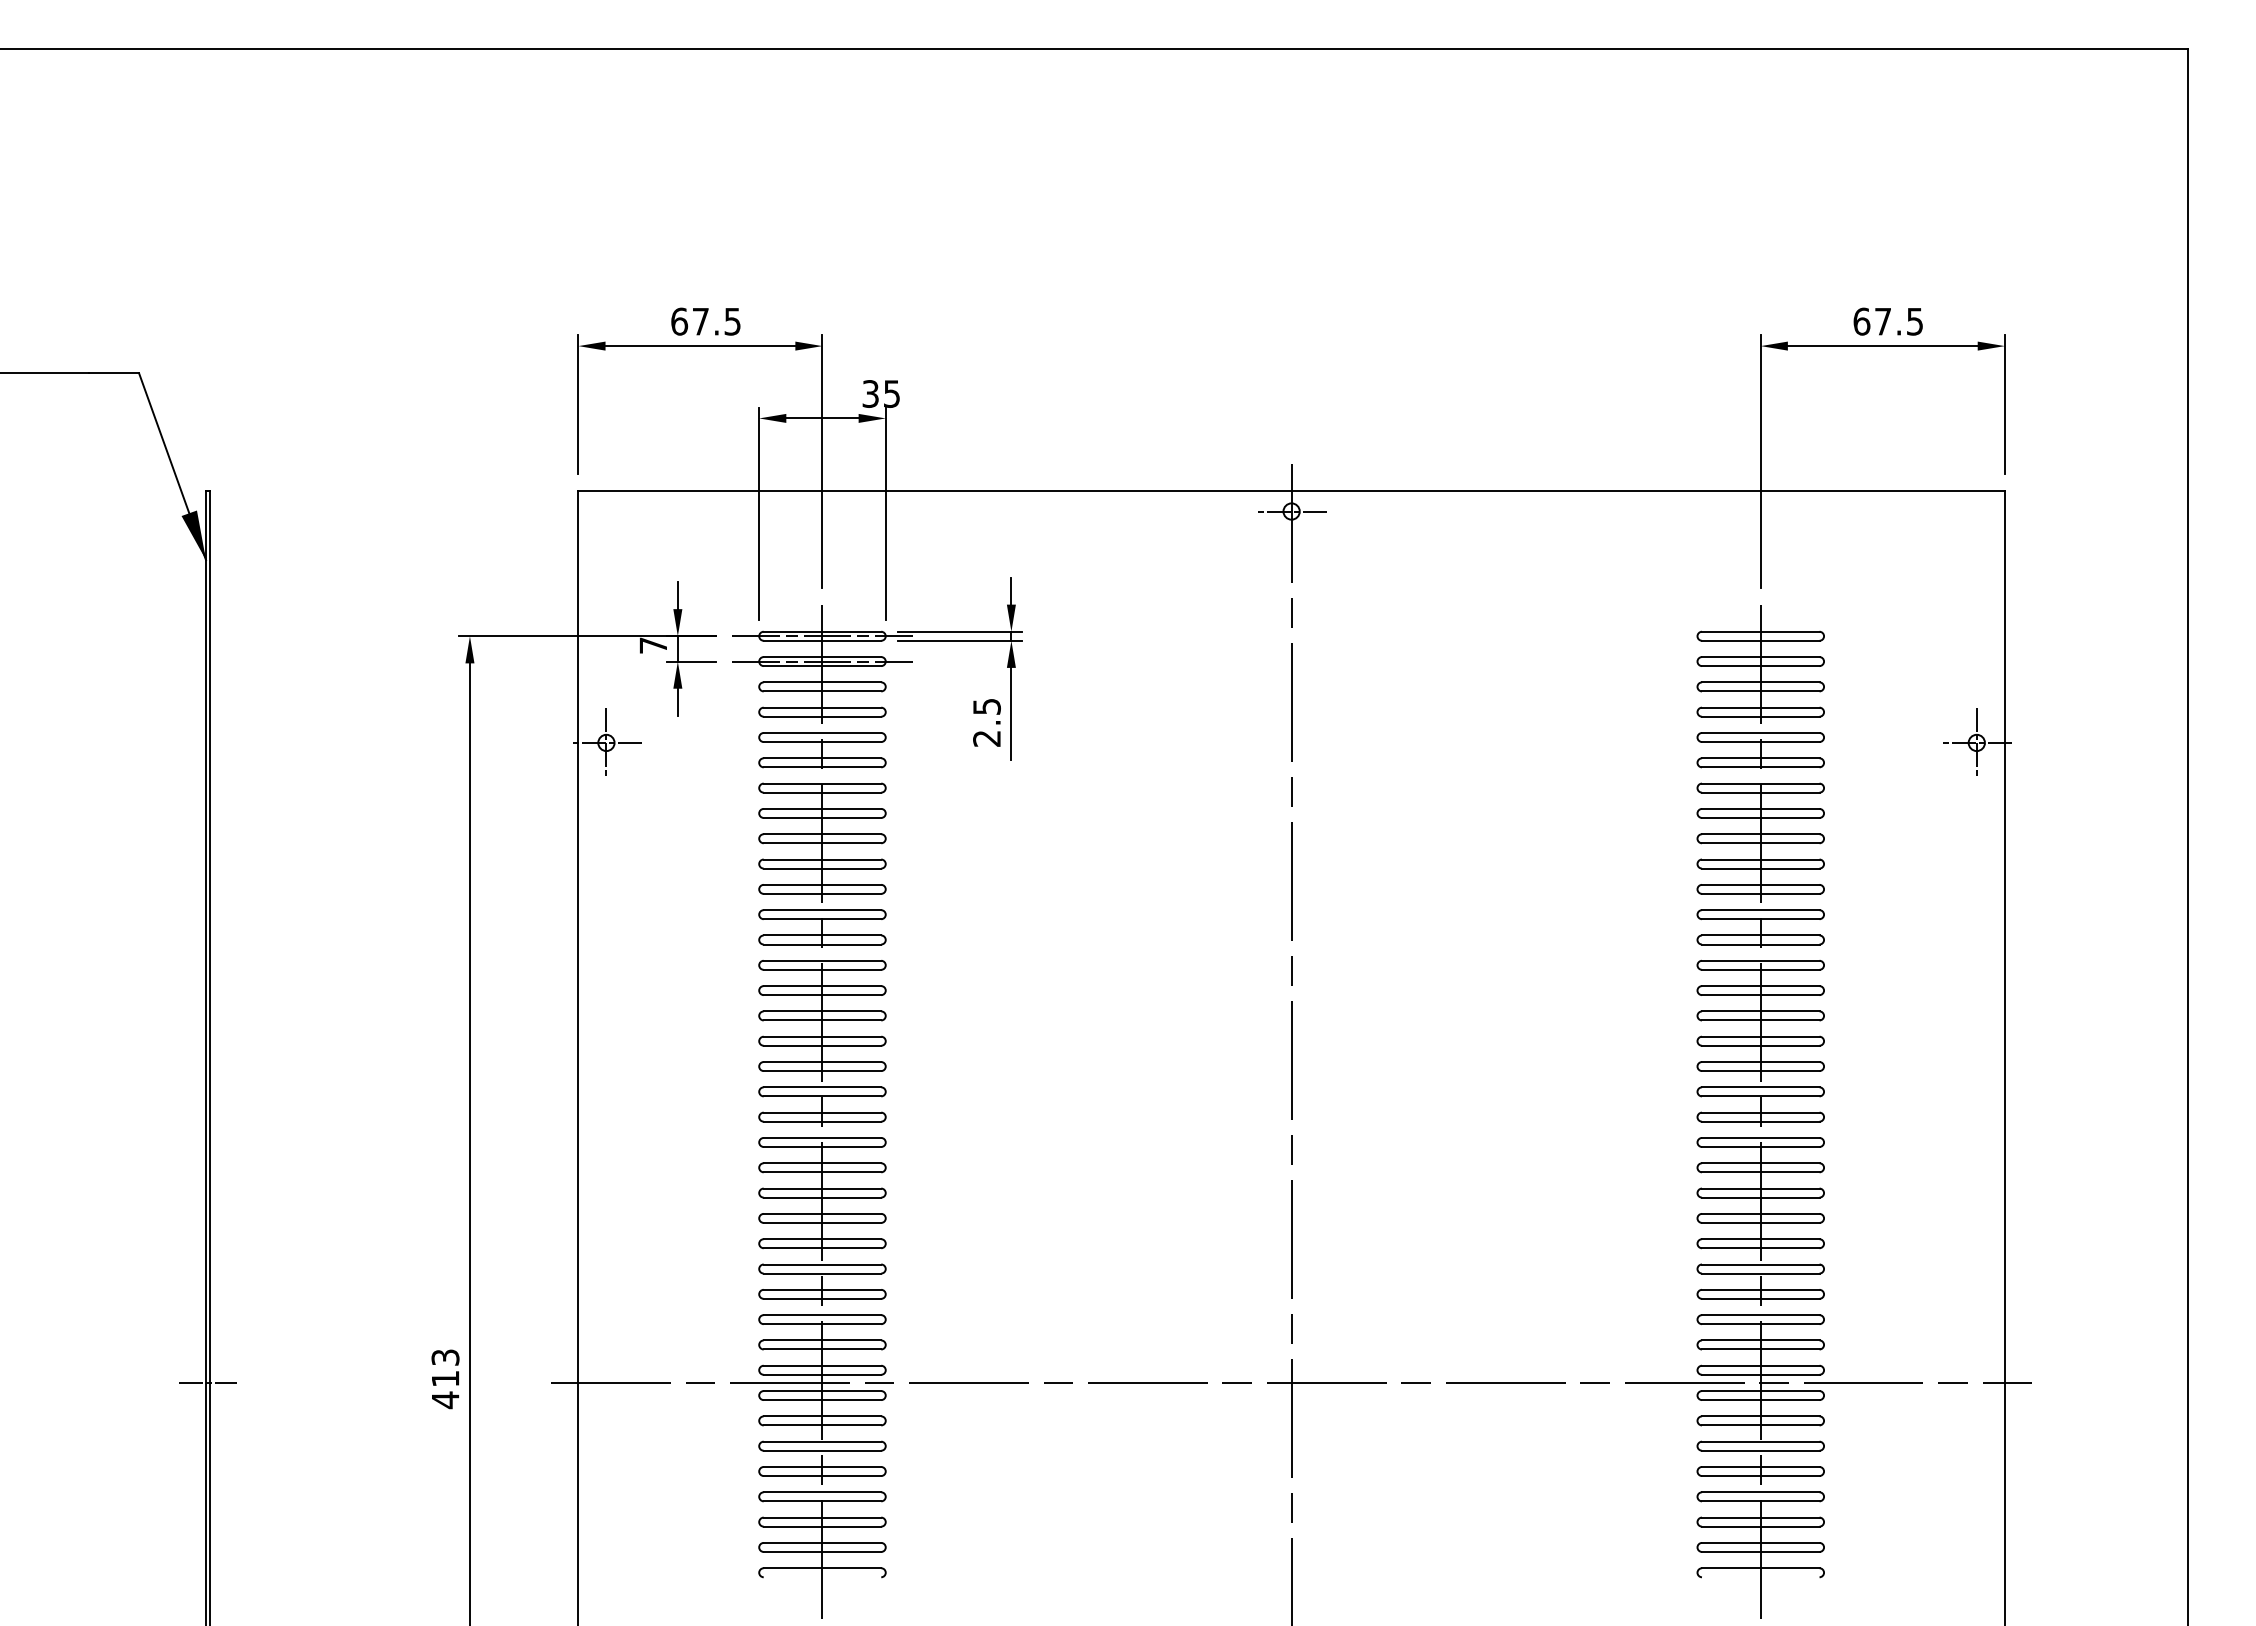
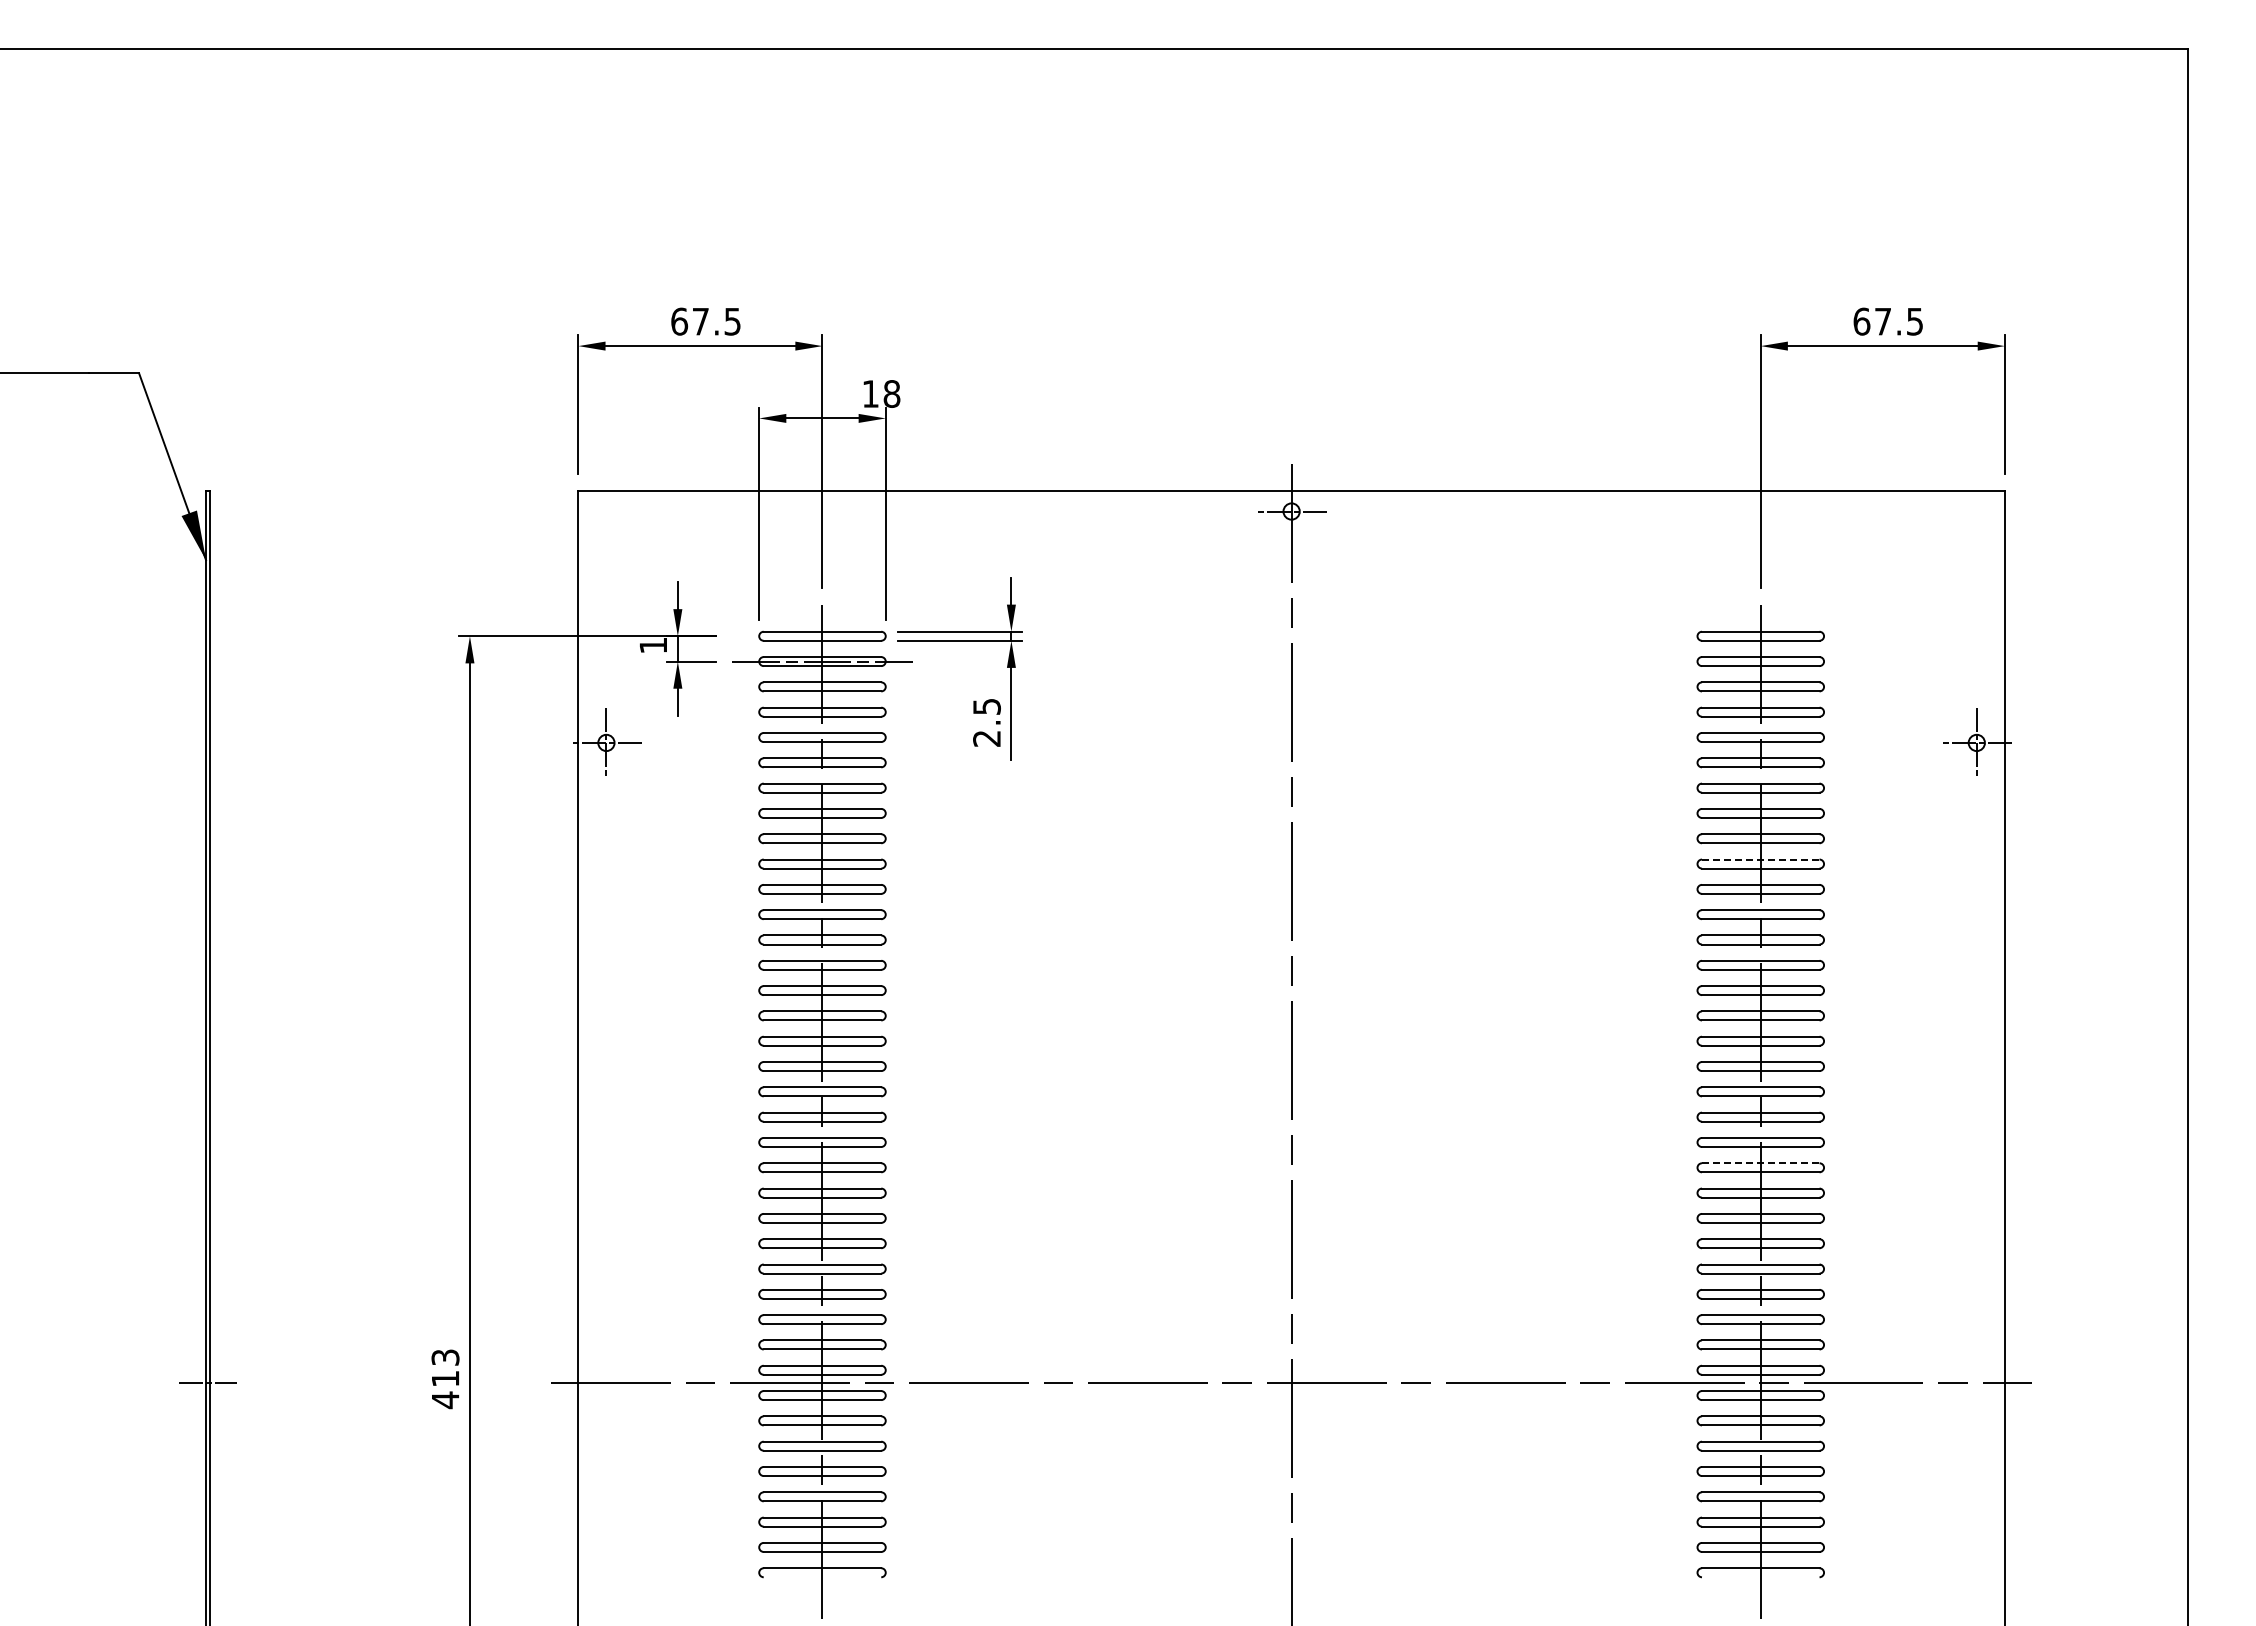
text at (881, 393): 35 -> 18
line at (822, 636): present -> none
text at (652, 645): 7 -> 1
line at (1760, 859): solid -> dashed
line at (1760, 1163): solid -> dashed
